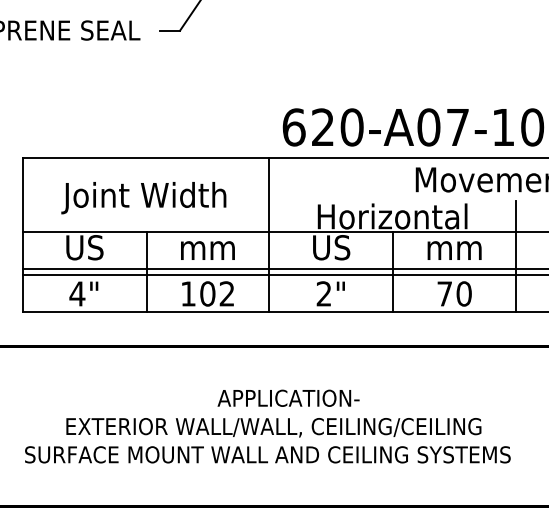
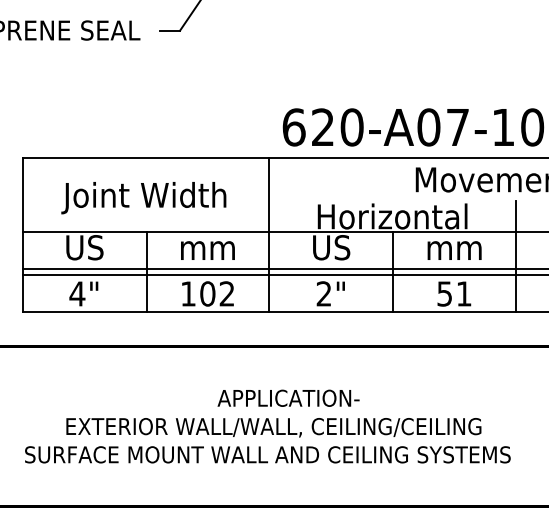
text at (454, 293): 70 -> 51
